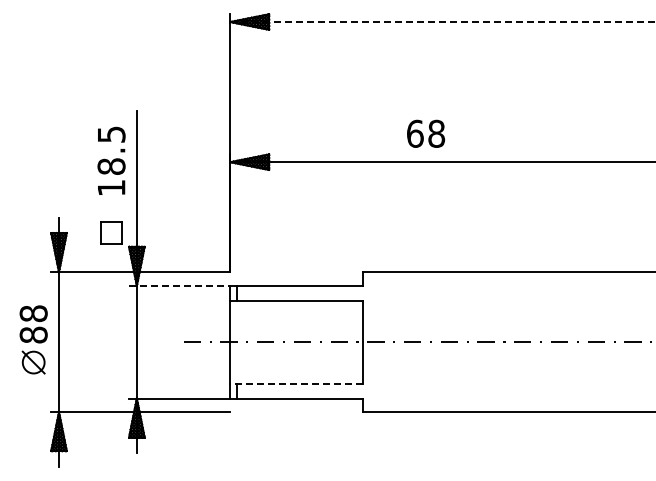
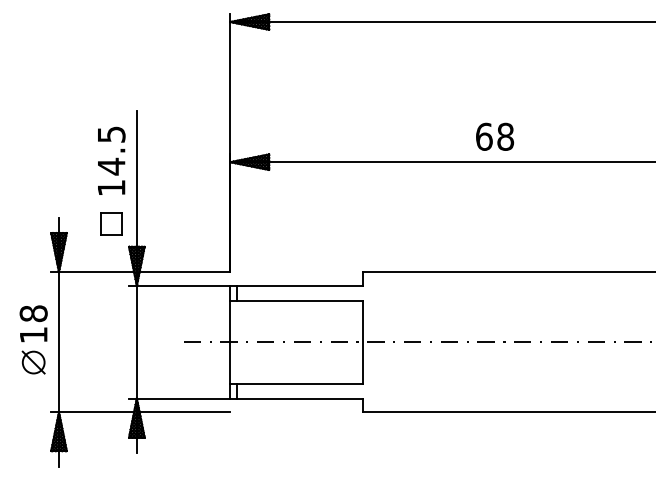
line at (443, 22): dashed -> solid
text at (426, 133) position: (426, 133) -> (495, 136)
text at (111, 166): 18.5 -> 14.5
part at (111, 232) position: (111, 232) -> (111, 223)
line at (179, 285): dashed -> solid
text at (33, 334): 88 -> 18
line at (295, 383): dashed -> solid
